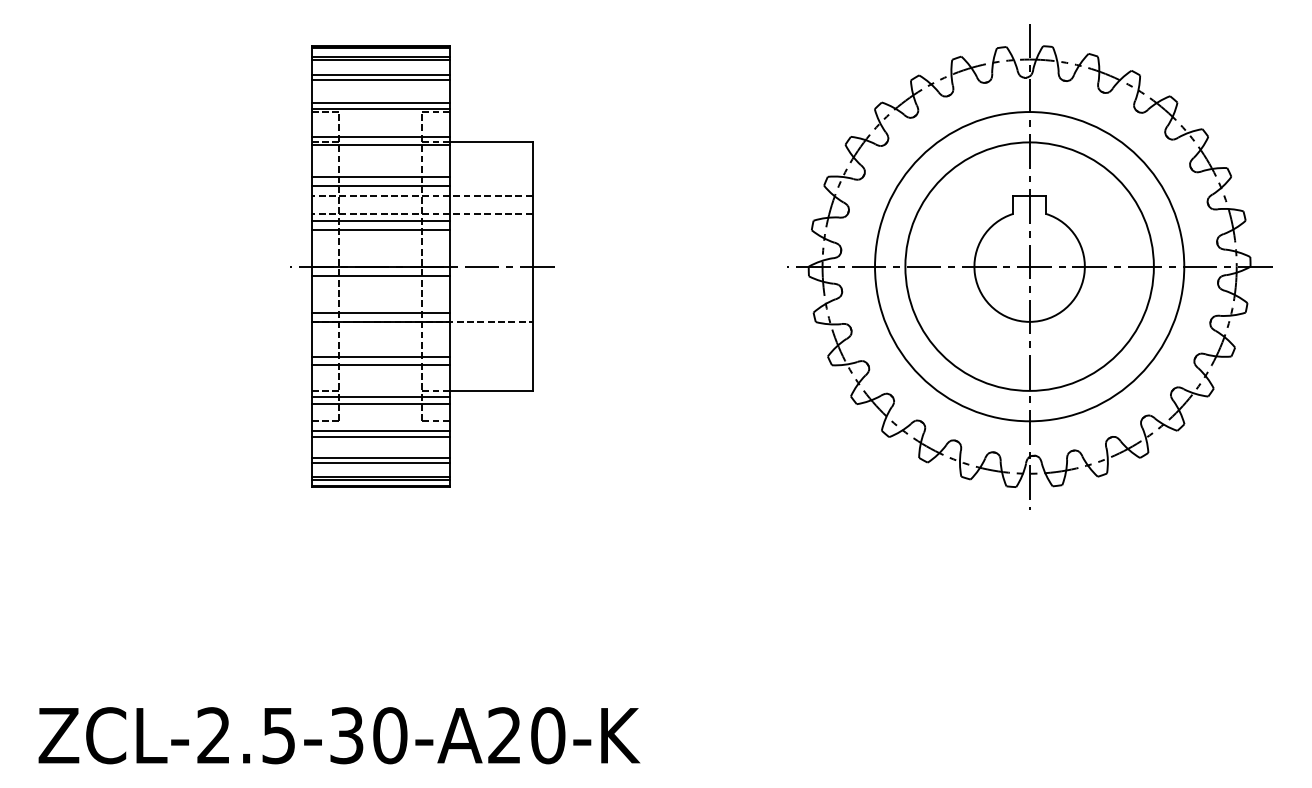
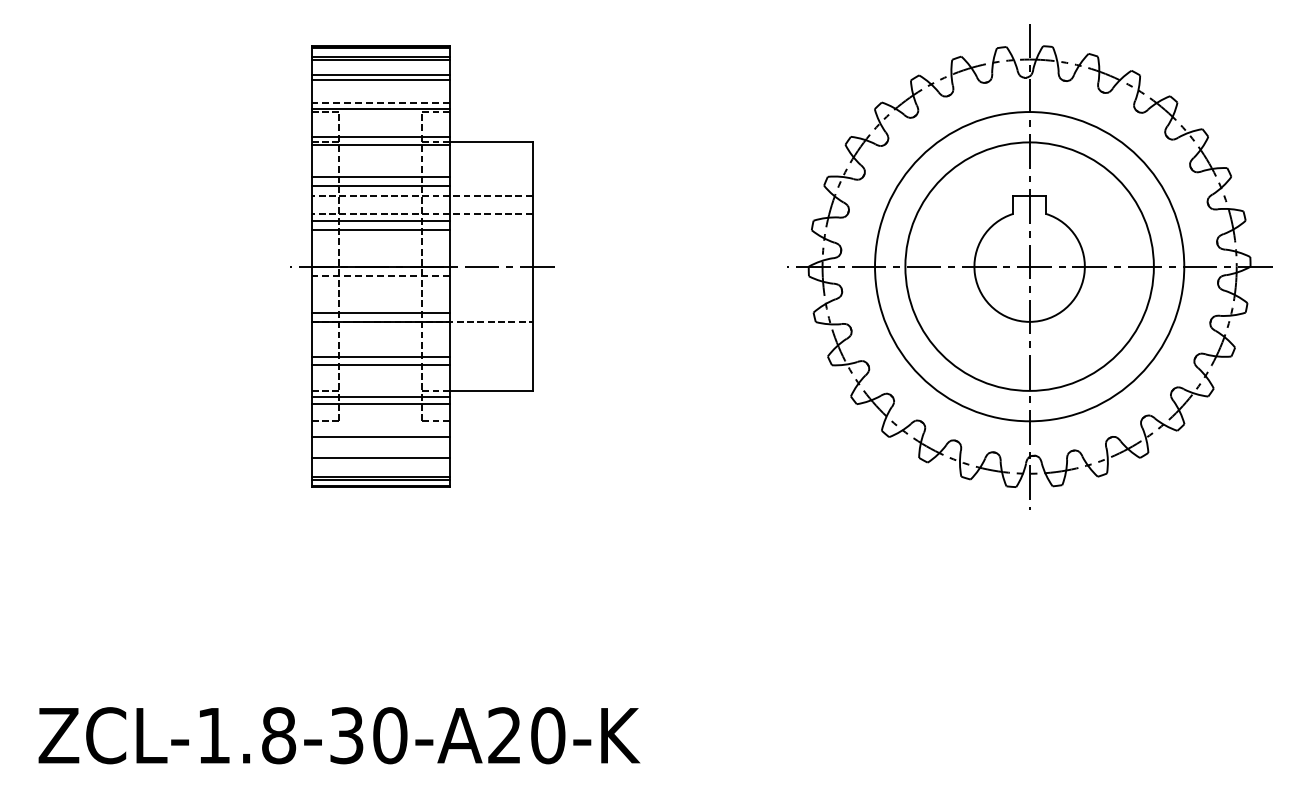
line at (380, 102): solid -> dashed
line at (380, 276): solid -> dashed
line at (380, 430): present -> none
line at (380, 462): present -> none
text at (246, 735): ZCL-2.5-30-A20-K -> ZCL-1.8-30-A20-K
